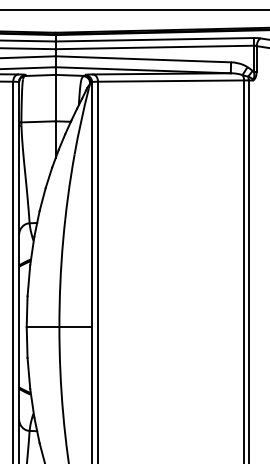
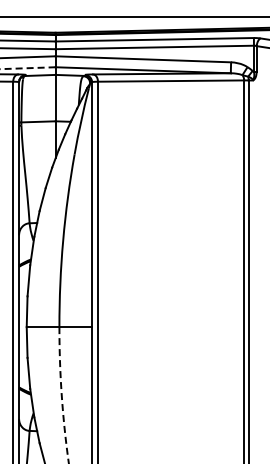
line at (134, 9) position: (134, 9) -> (134, 16)
line at (27, 68): solid -> dashed
arc at (61, 396): solid -> dashed
